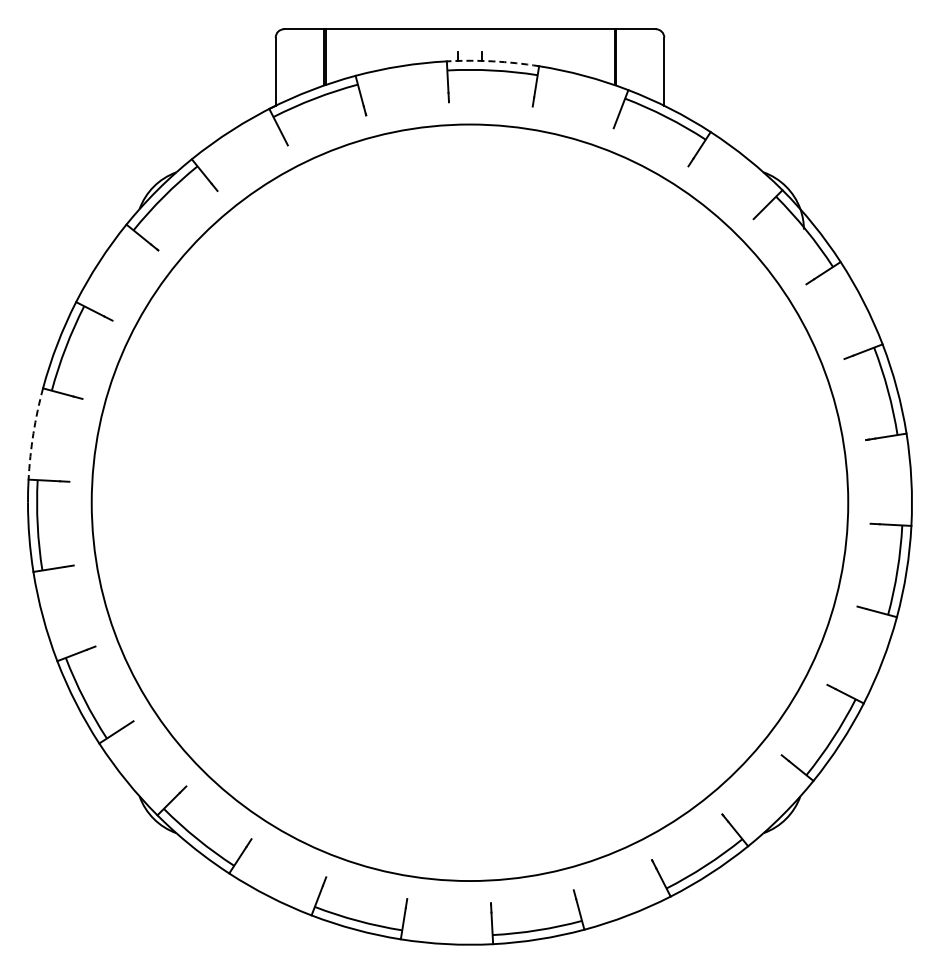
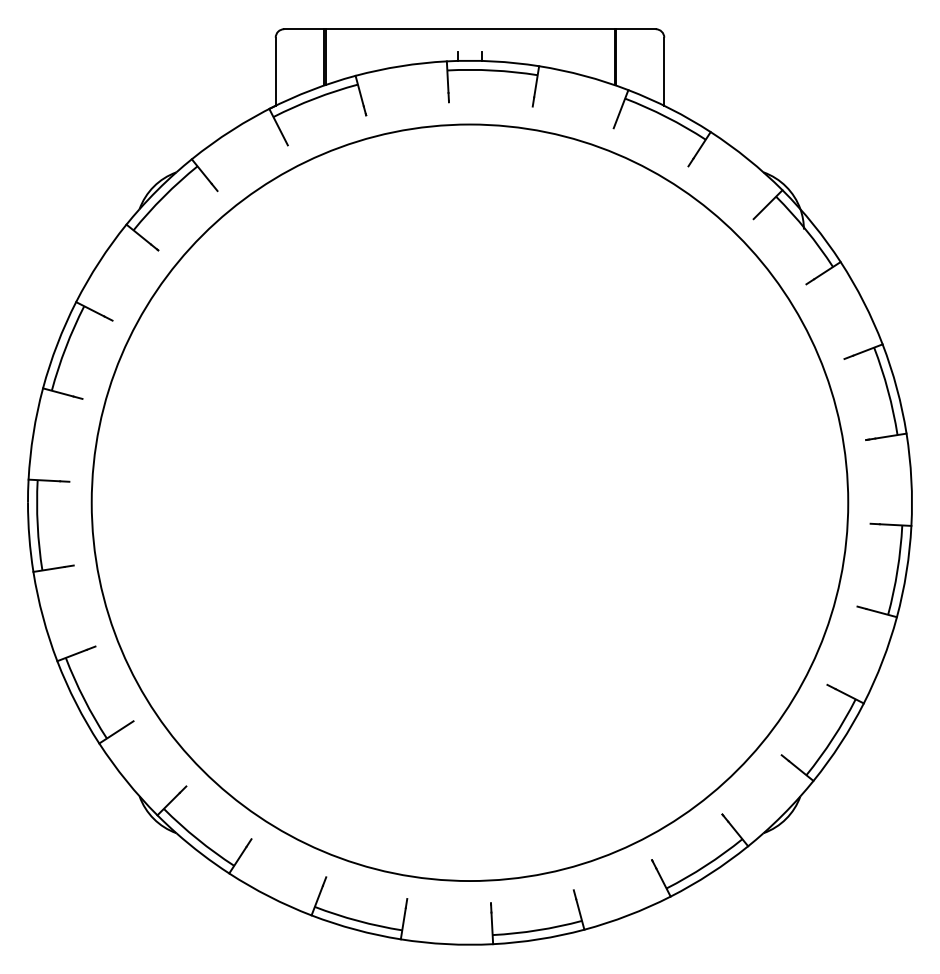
arc at (493, 61): dashed -> solid
arc at (33, 433): dashed -> solid
